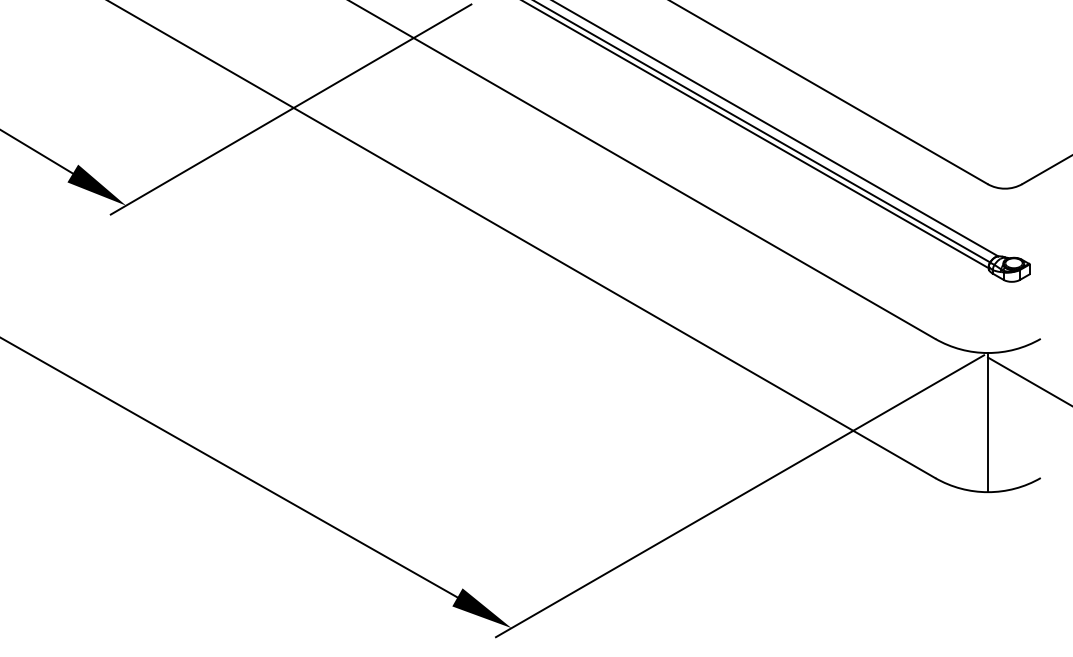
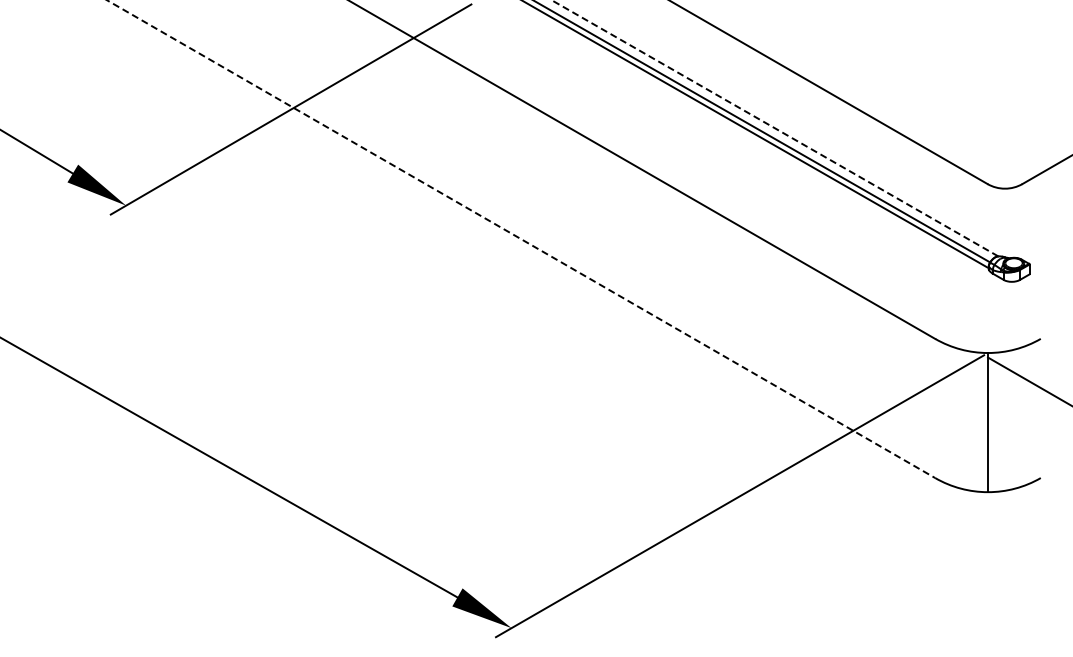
line at (774, 128): solid -> dashed
line at (521, 239): solid -> dashed
